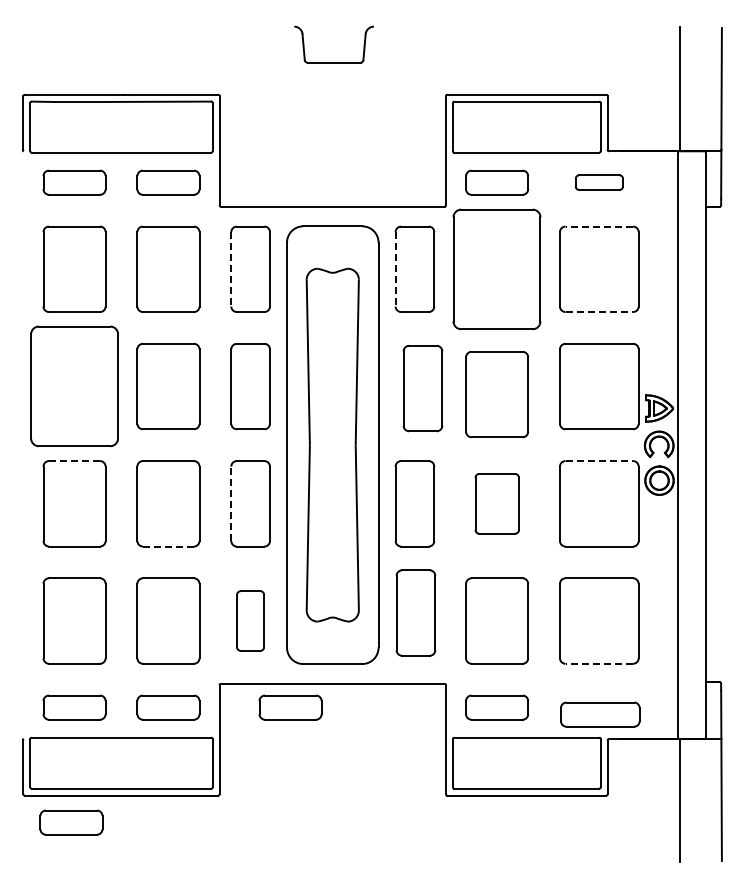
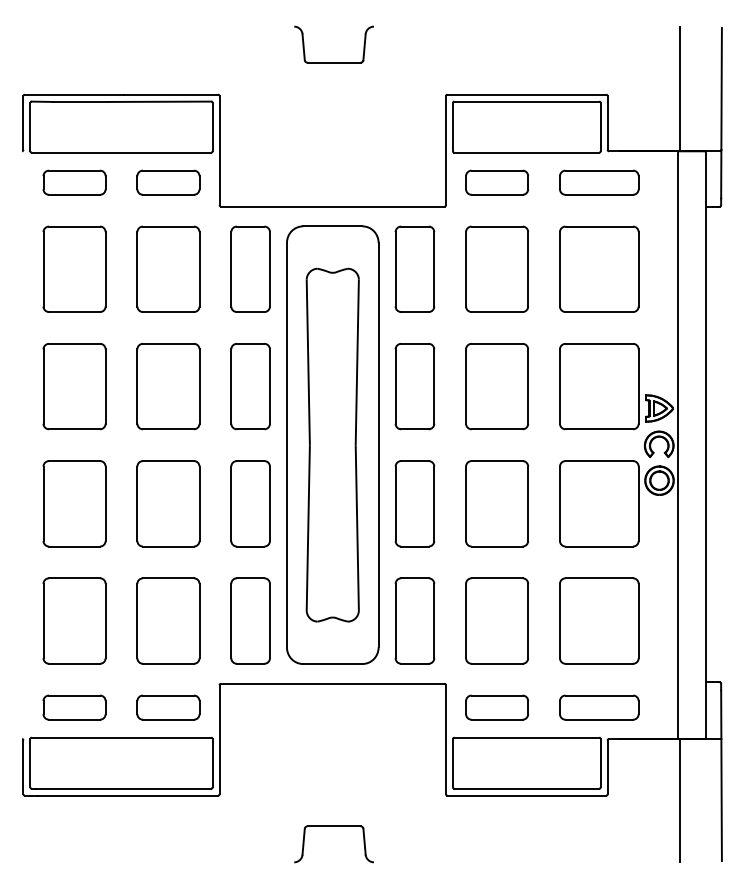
part at (599, 182) size: 49x17 px -> 81x27 px
line at (599, 226): dashed -> solid
line at (231, 269): dashed -> solid
line at (395, 269): dashed -> solid
part at (496, 269) size: 90x123 px -> 65x88 px
line at (599, 312): dashed -> solid
part at (74, 385) size: 89x122 px -> 65x88 px
part at (422, 388) position: (422, 388) -> (414, 386)
part at (496, 394) position: (496, 394) -> (496, 386)
line at (74, 461): dashed -> solid
line at (599, 461): dashed -> solid
line at (231, 503): dashed -> solid
part at (496, 503) size: 46x62 px -> 65x88 px
line at (168, 546): dashed -> solid
part at (415, 612) position: (415, 612) -> (414, 620)
part at (250, 620) size: 29x62 px -> 41x88 px
line at (599, 663): dashed -> solid
part at (290, 707): present -> none
part at (600, 714) position: (600, 714) -> (599, 707)
part at (71, 822): present -> none
part at (333, 826): none -> present
